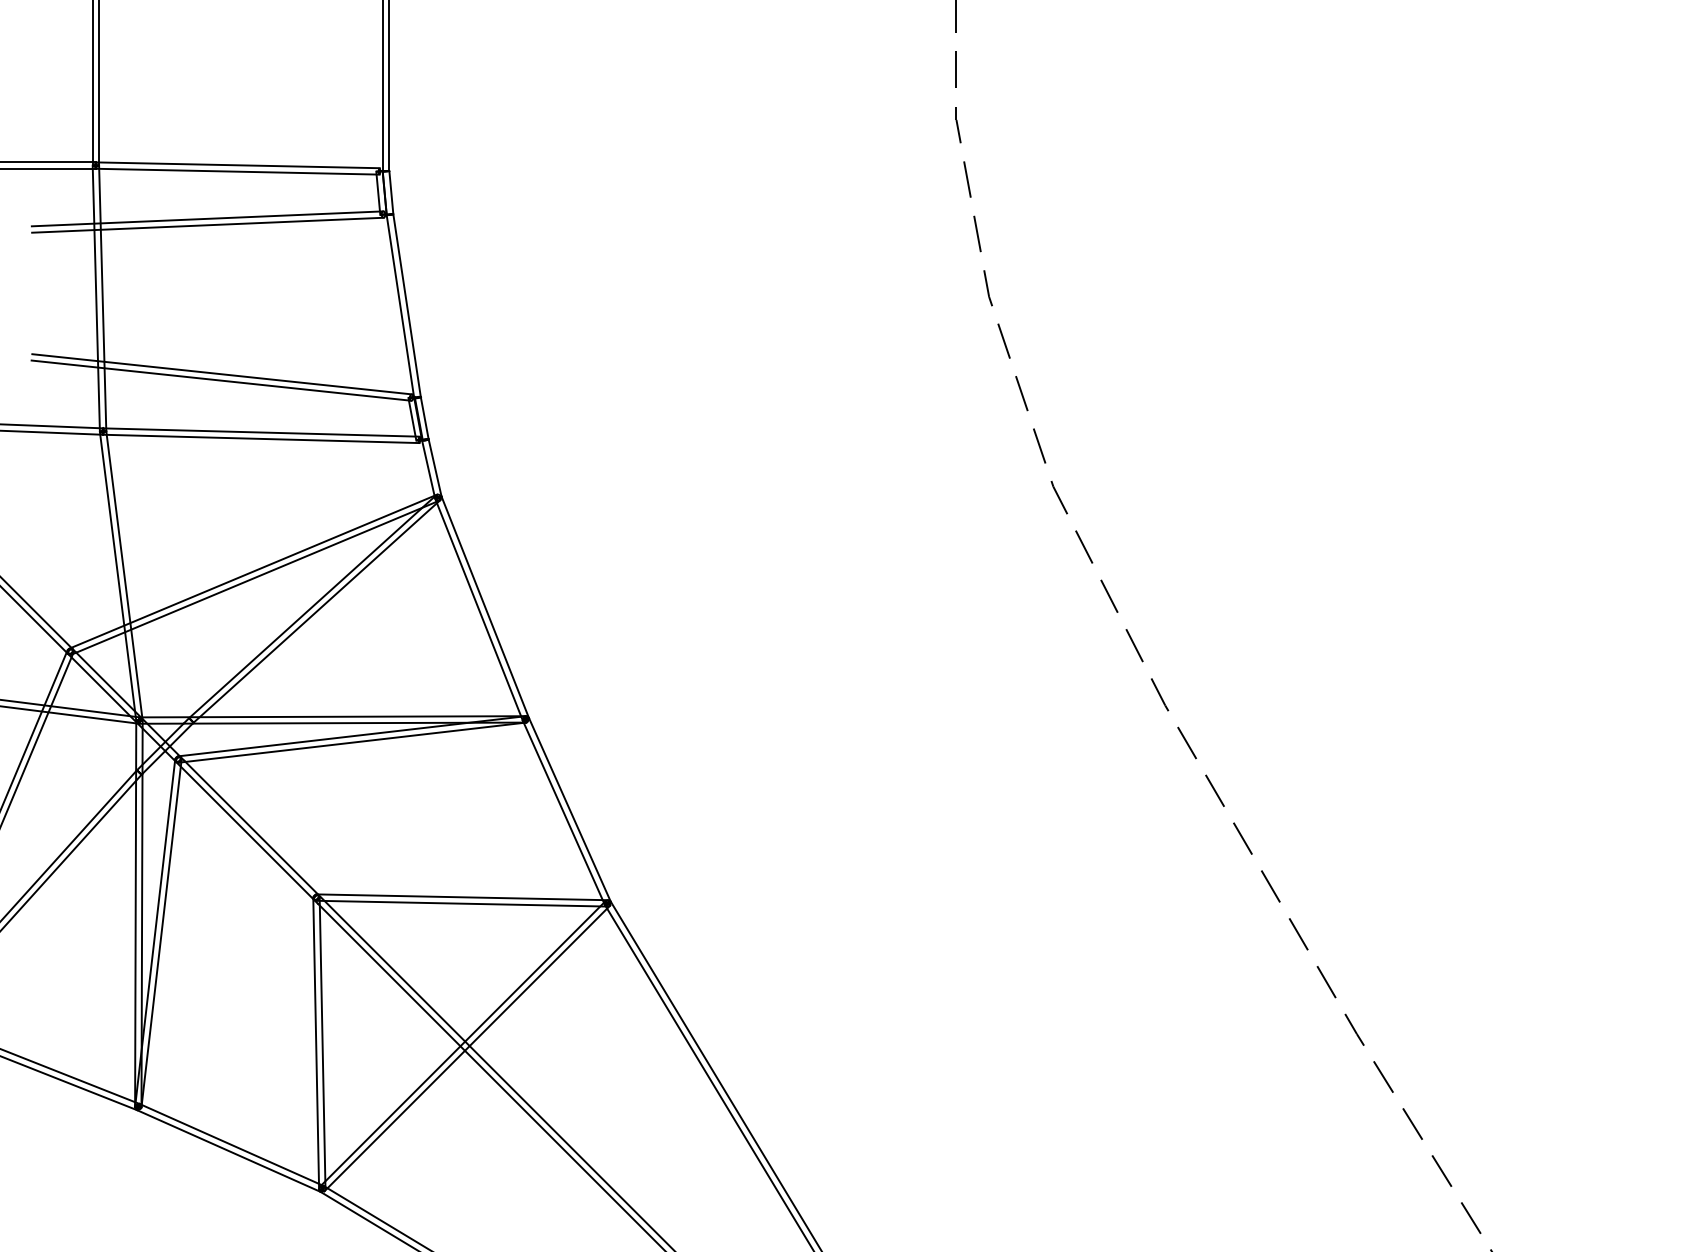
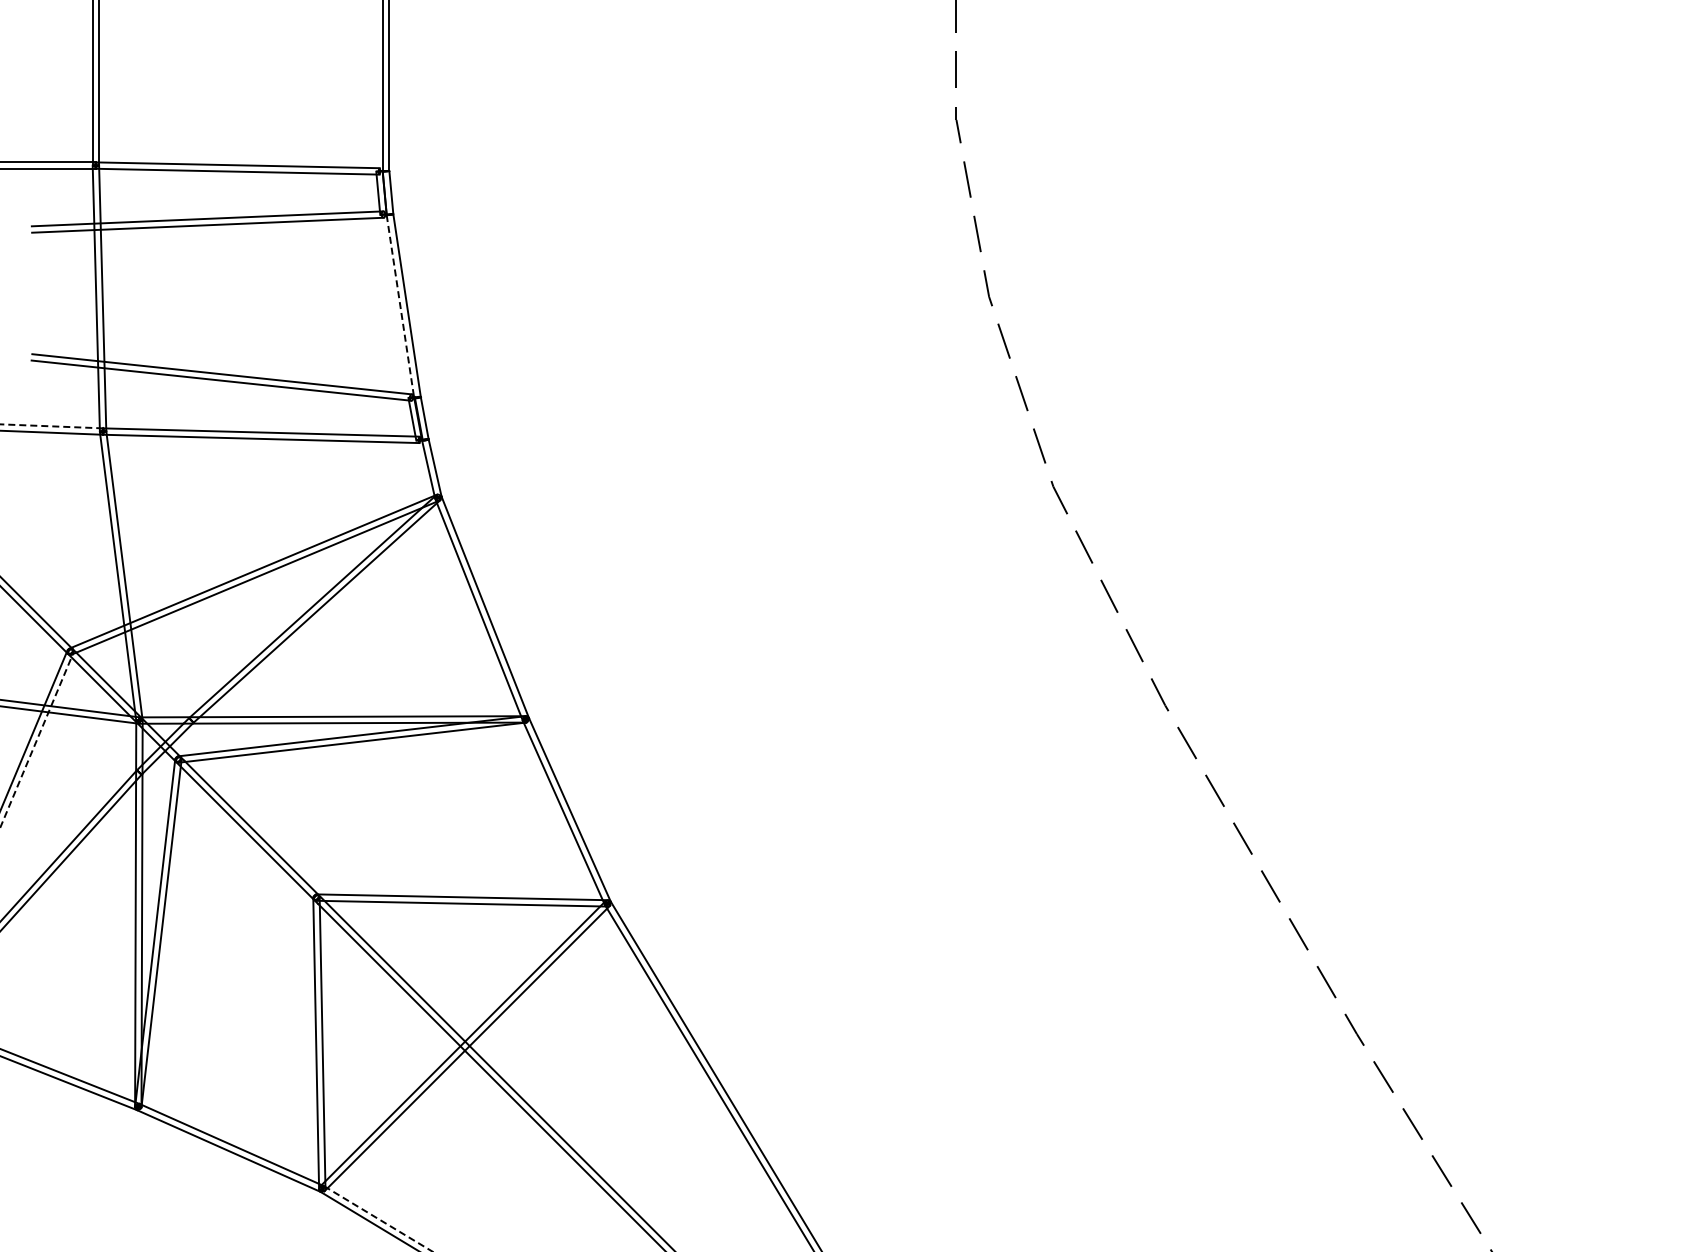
line at (400, 306): solid -> dashed
line at (51, 426): solid -> dashed
line at (36, 740): solid -> dashed
line at (378, 1219): solid -> dashed
